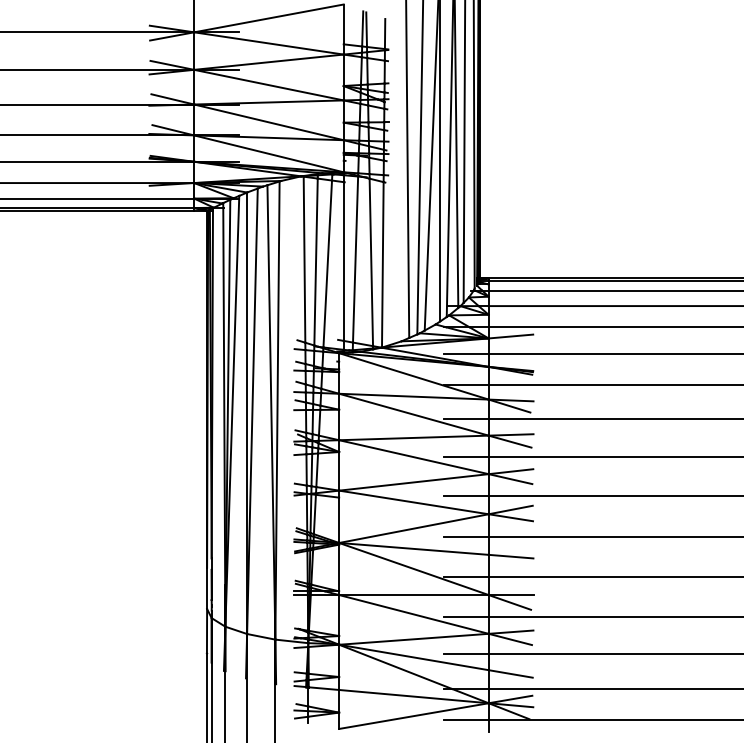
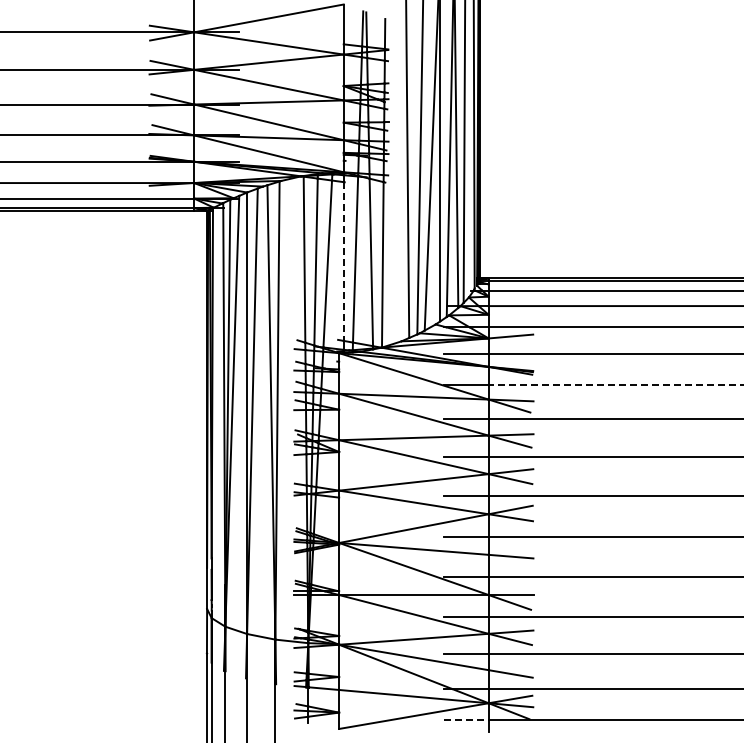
line at (343, 262): solid -> dashed
line at (615, 384): solid -> dashed
line at (466, 719): solid -> dashed
